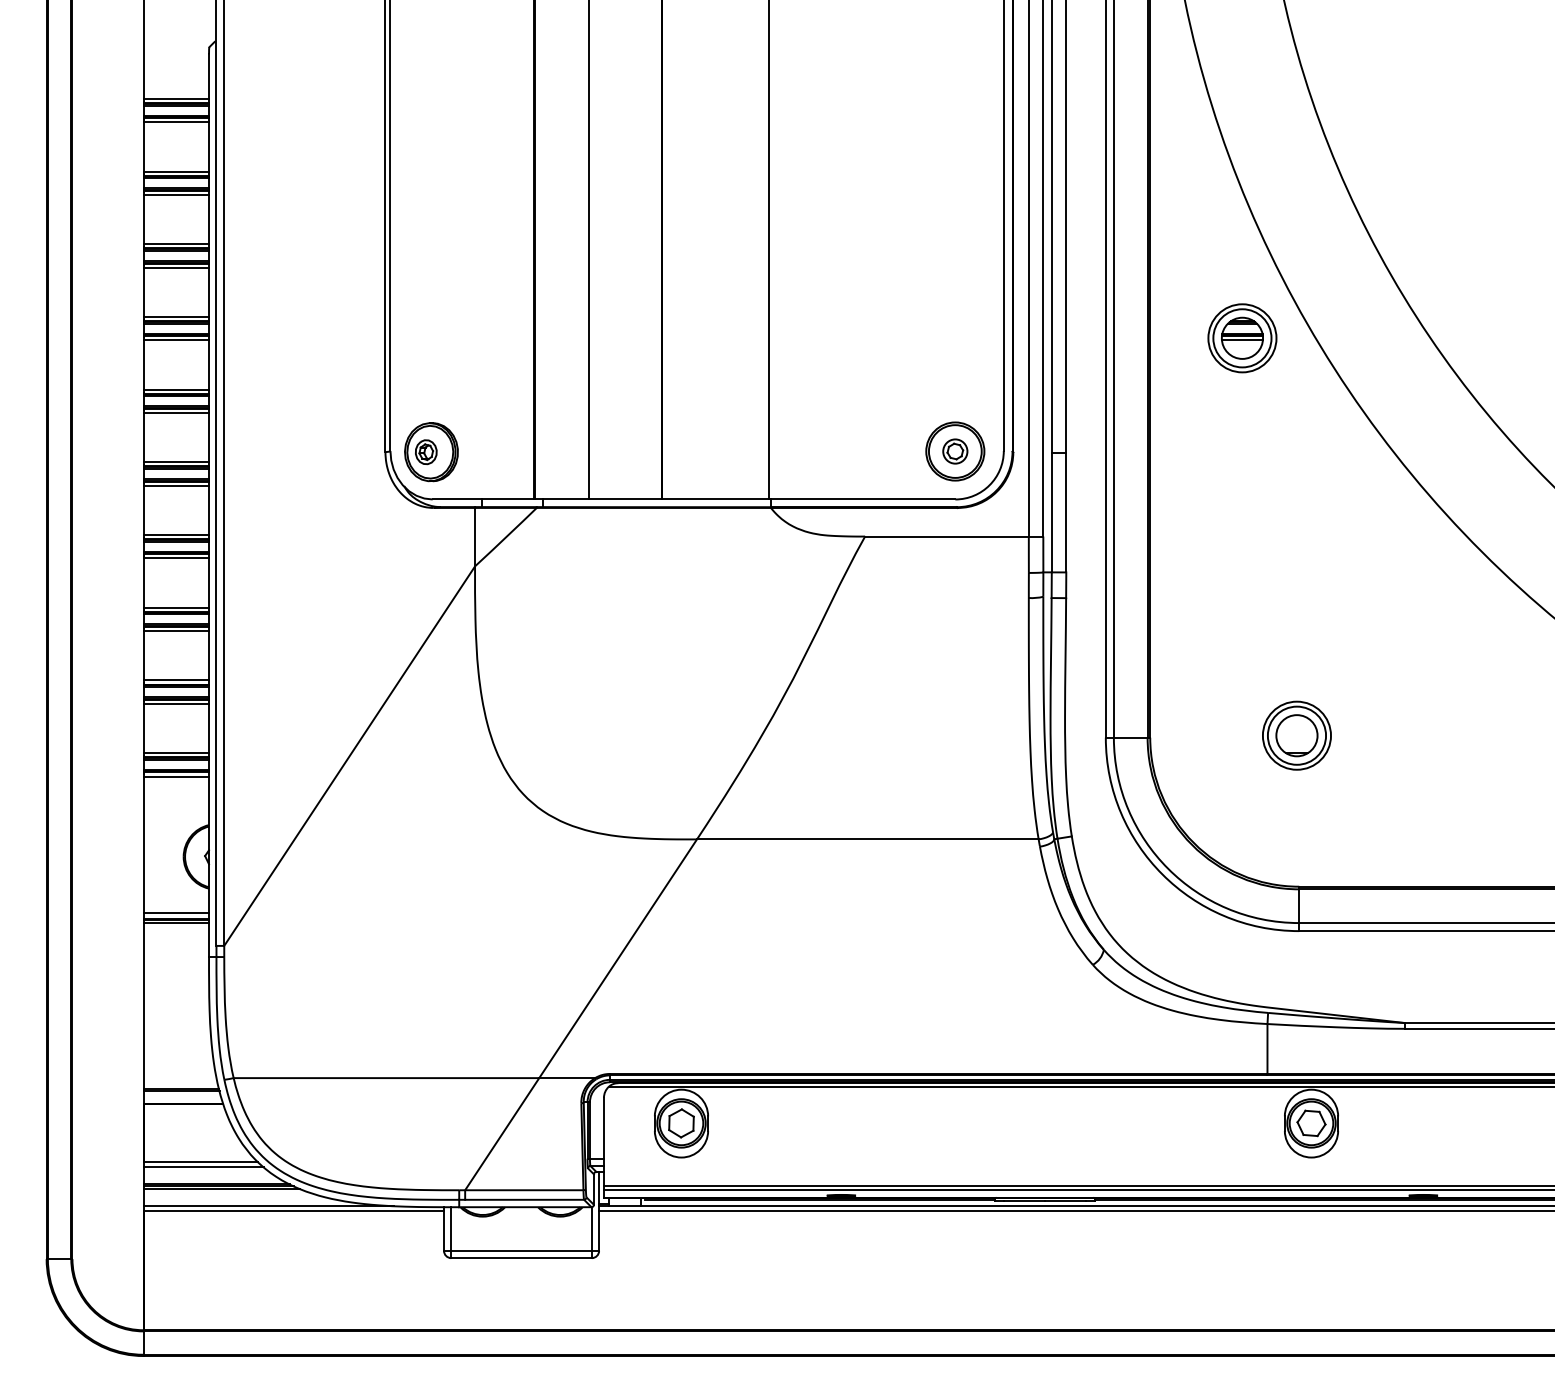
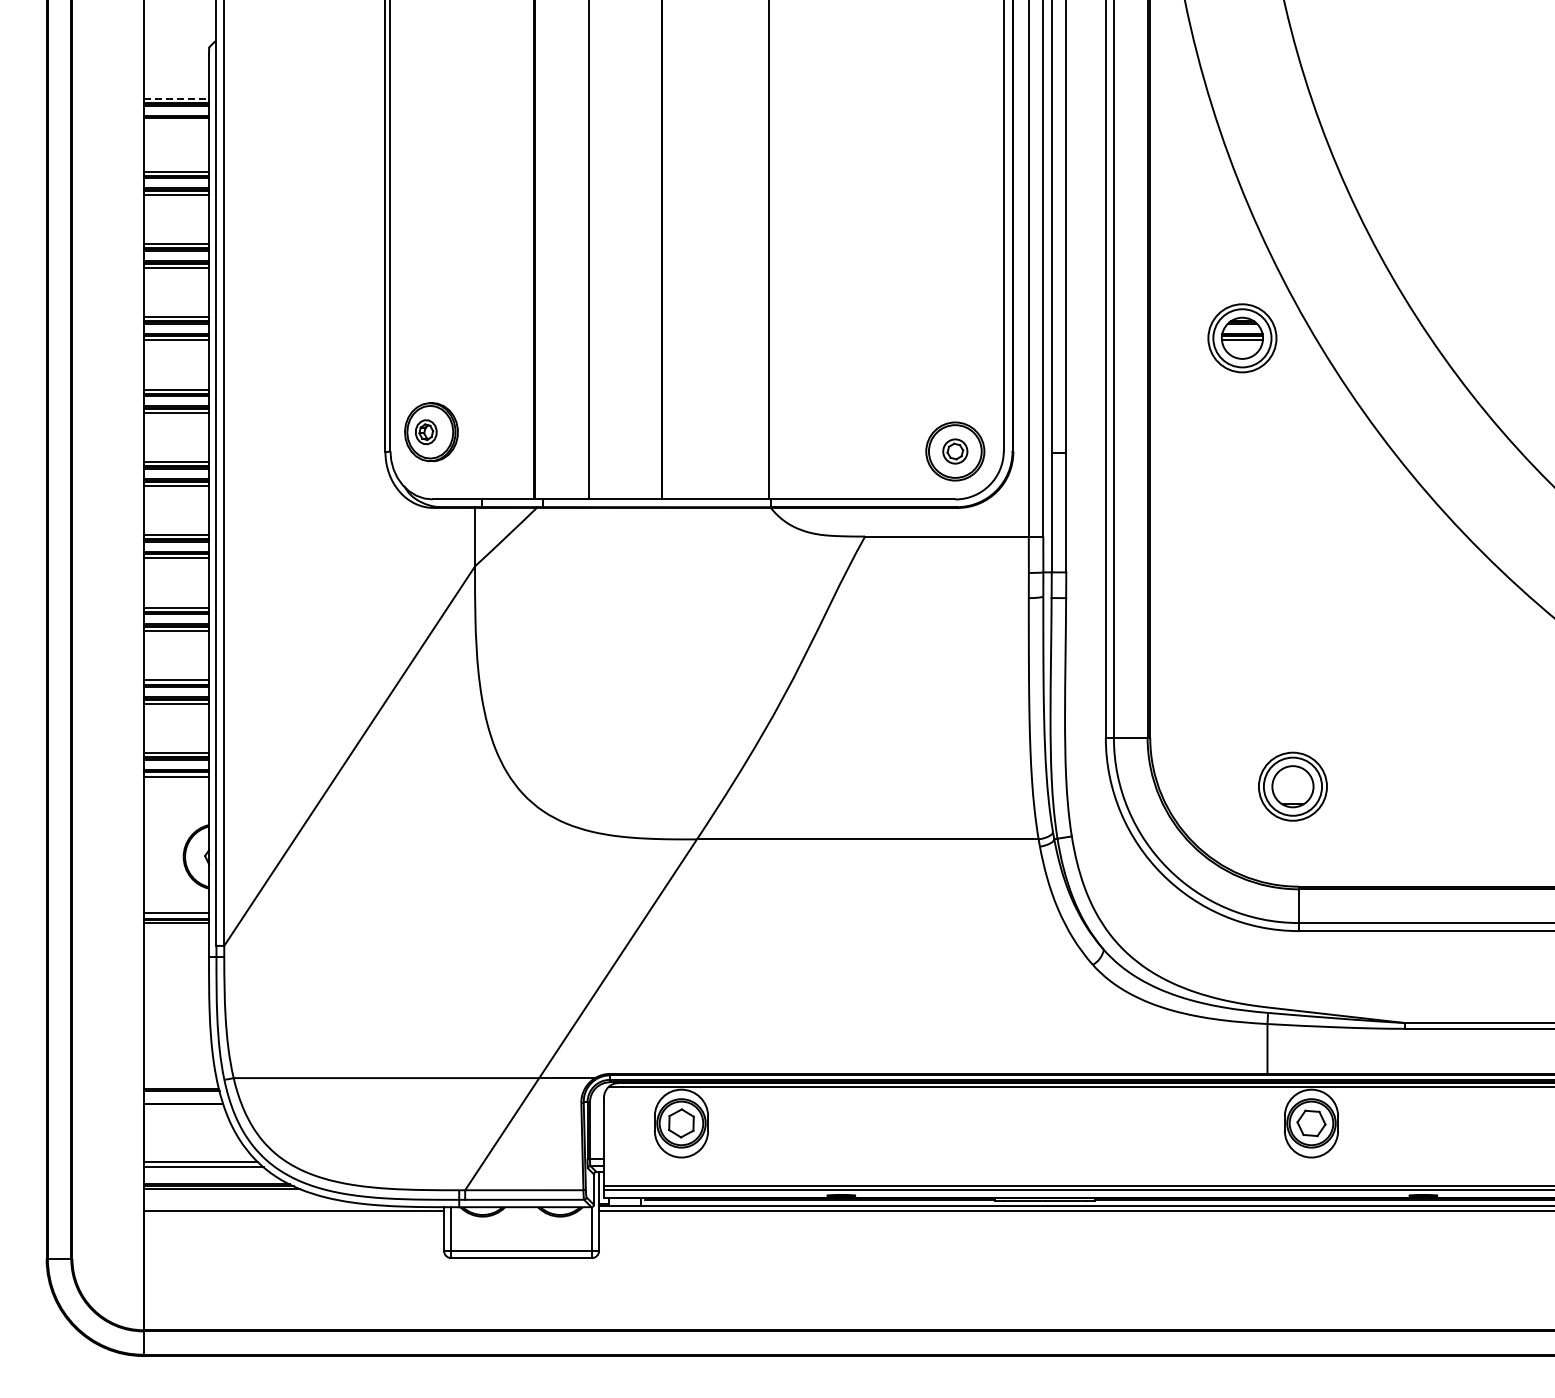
line at (176, 98): solid -> dashed
line at (176, 122): present -> none
part at (431, 452) position: (431, 452) -> (431, 432)
part at (1296, 735) position: (1296, 735) -> (1292, 786)
line at (268, 1205): present -> none
